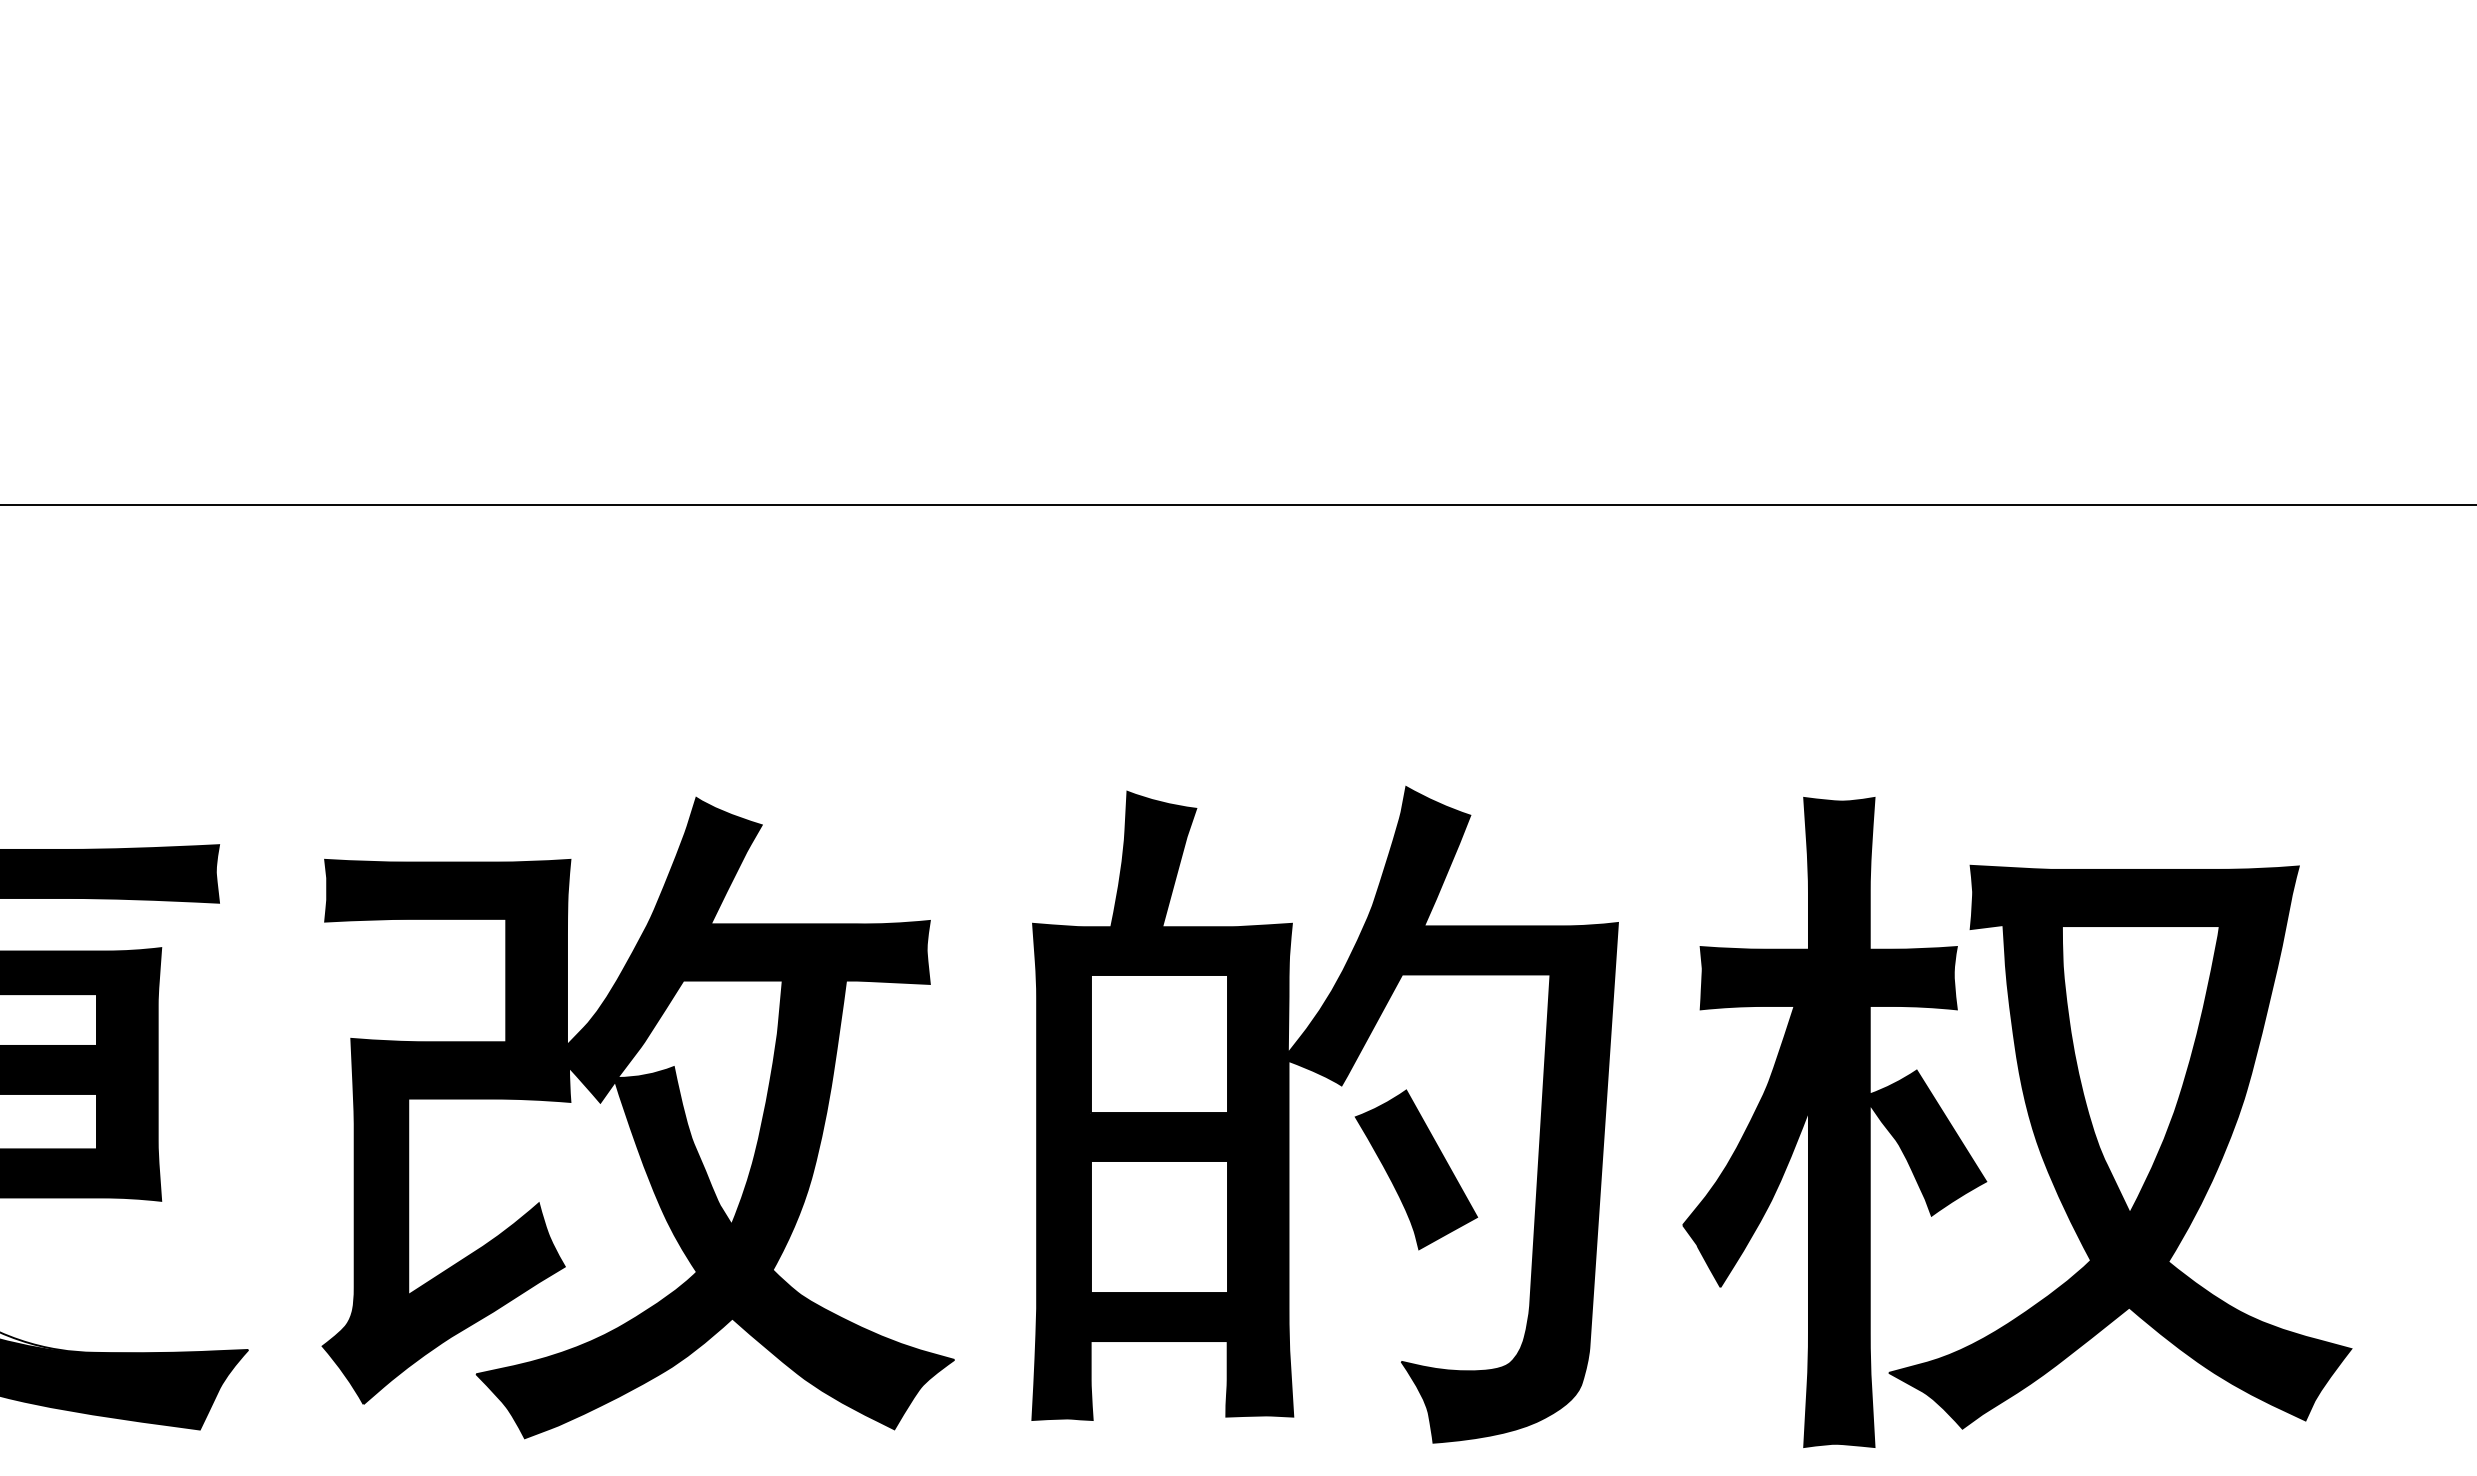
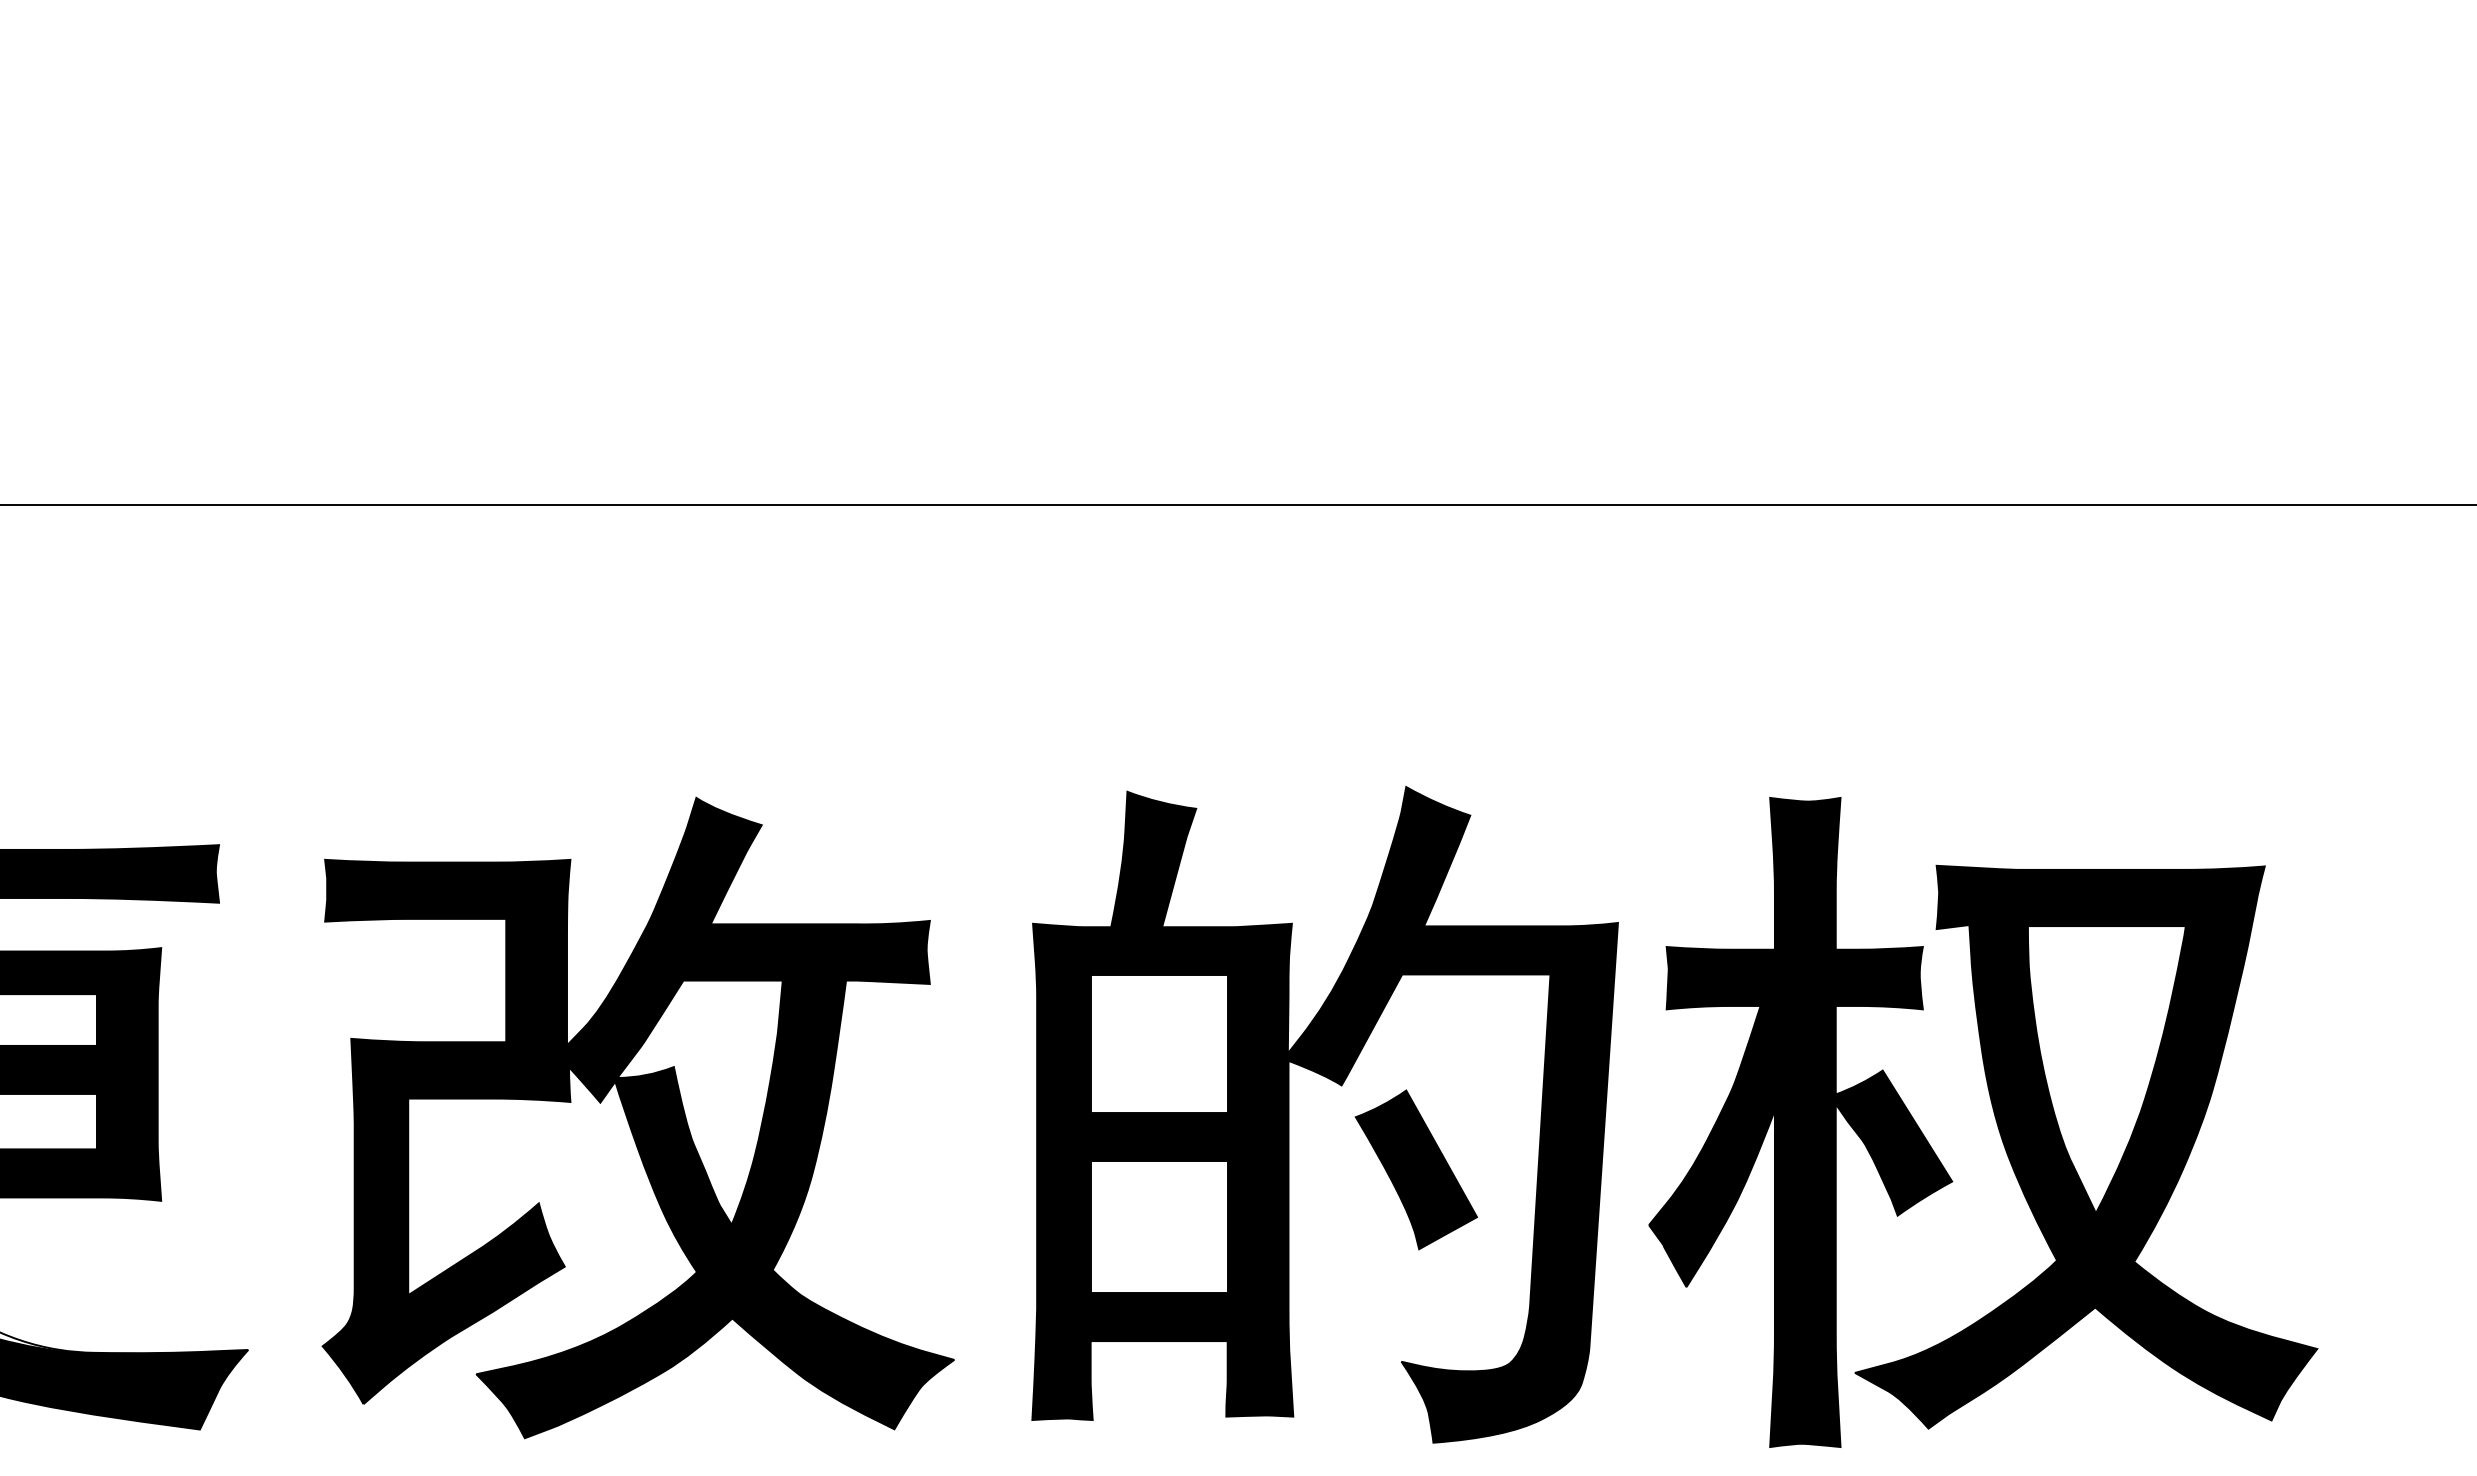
part at (2028, 1117) position: (2028, 1117) -> (1994, 1117)
